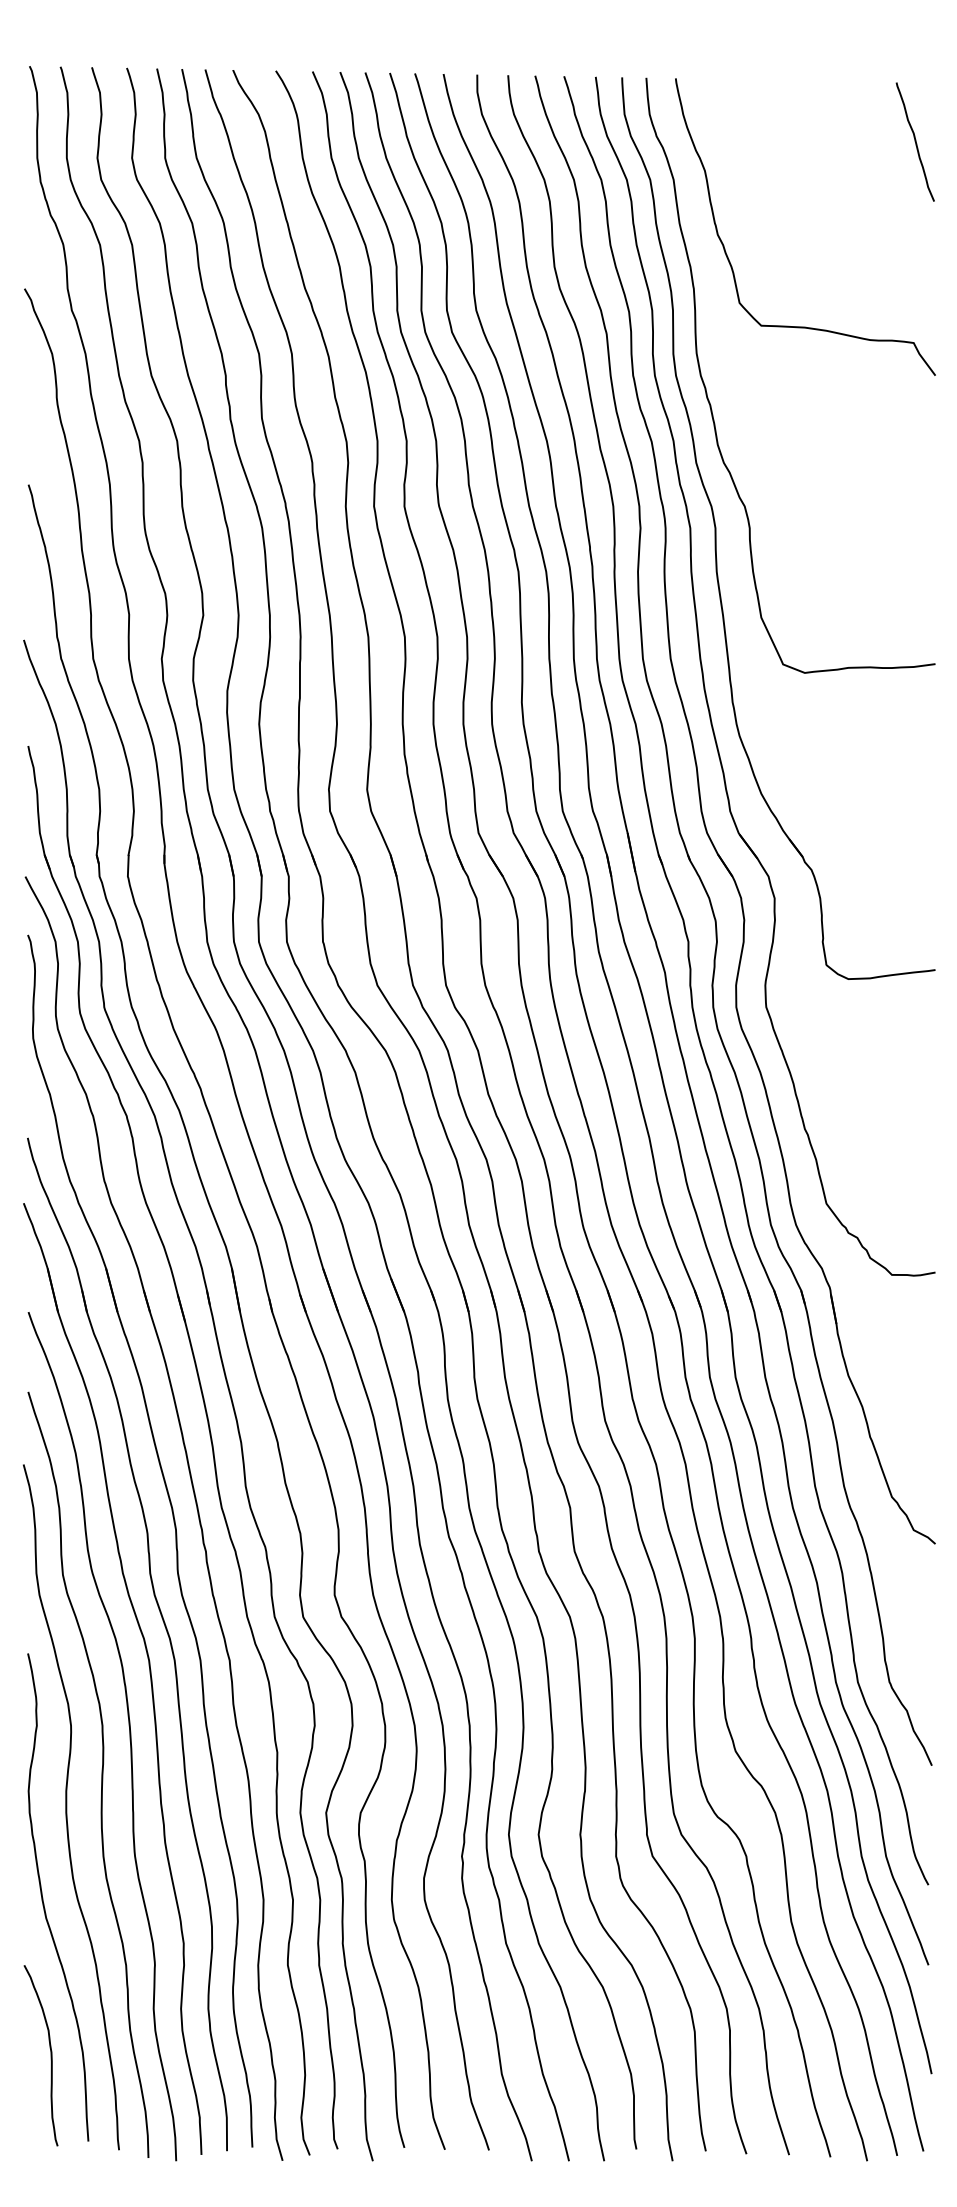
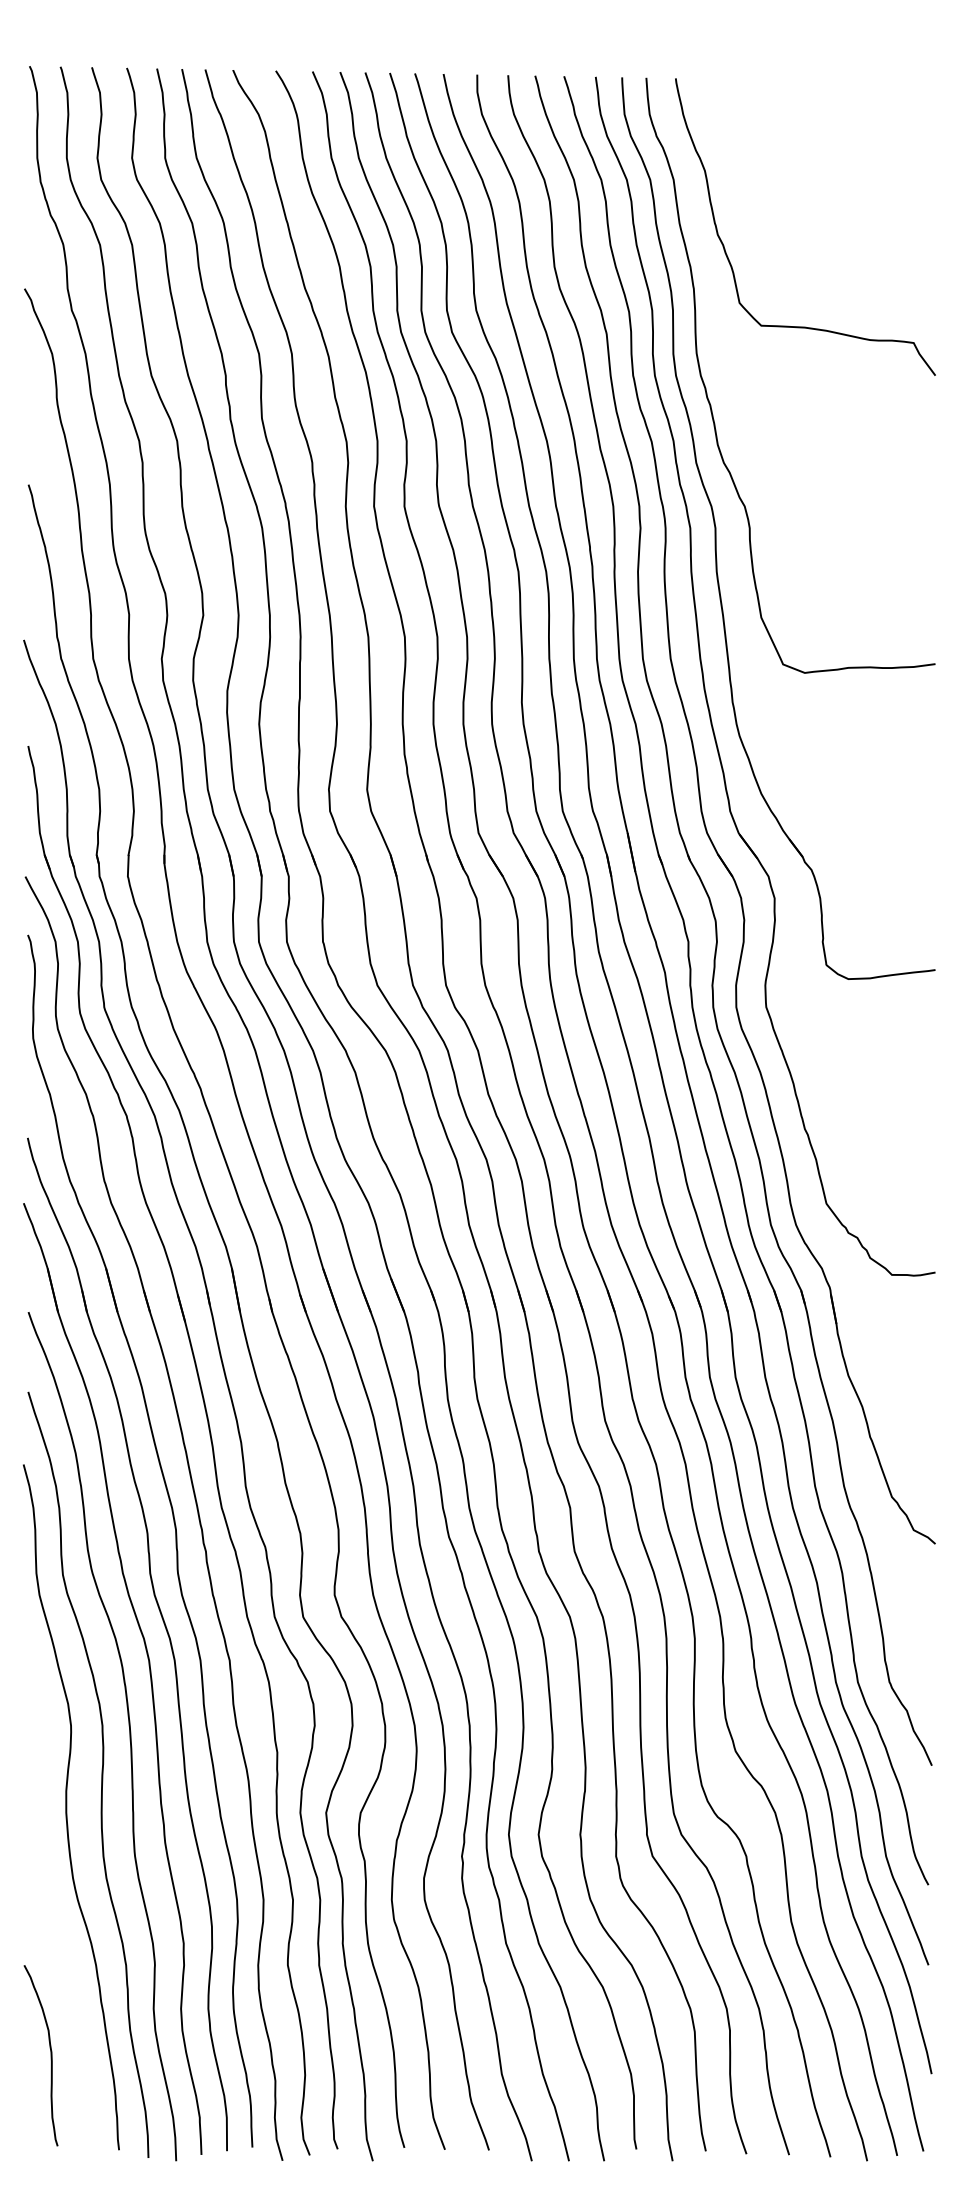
curve at (914, 141): present -> none
curve at (43, 1897): present -> none
